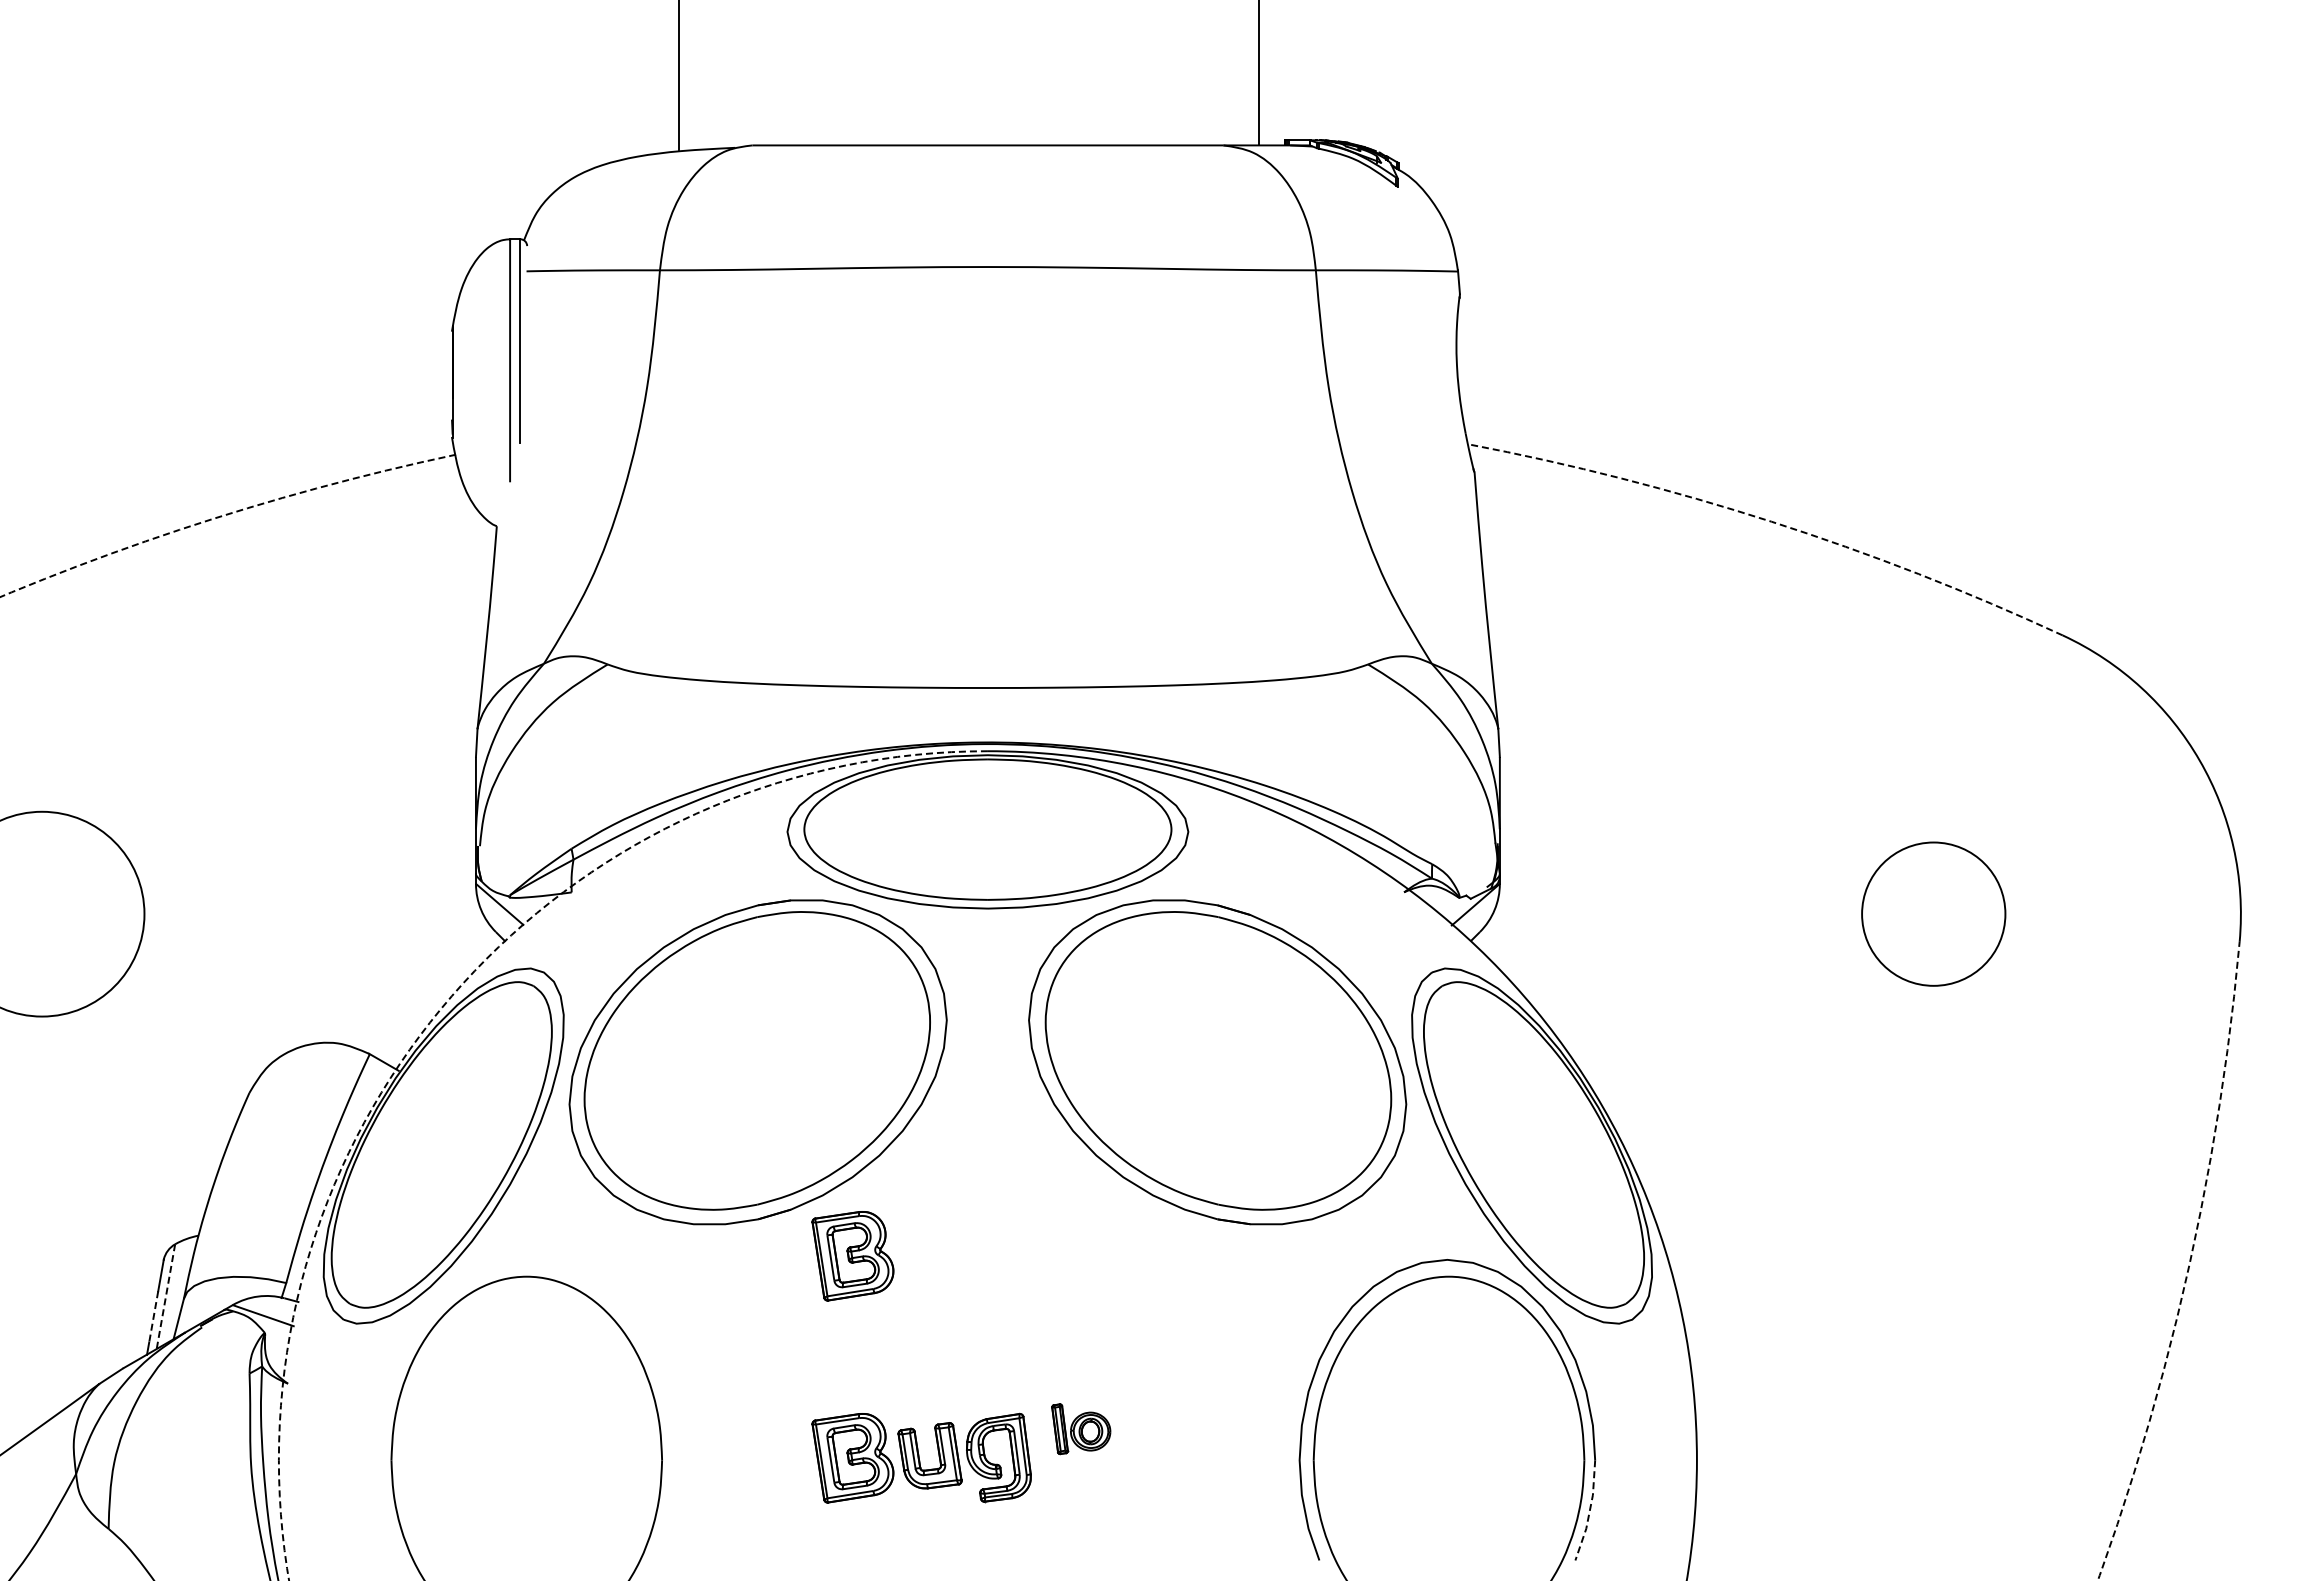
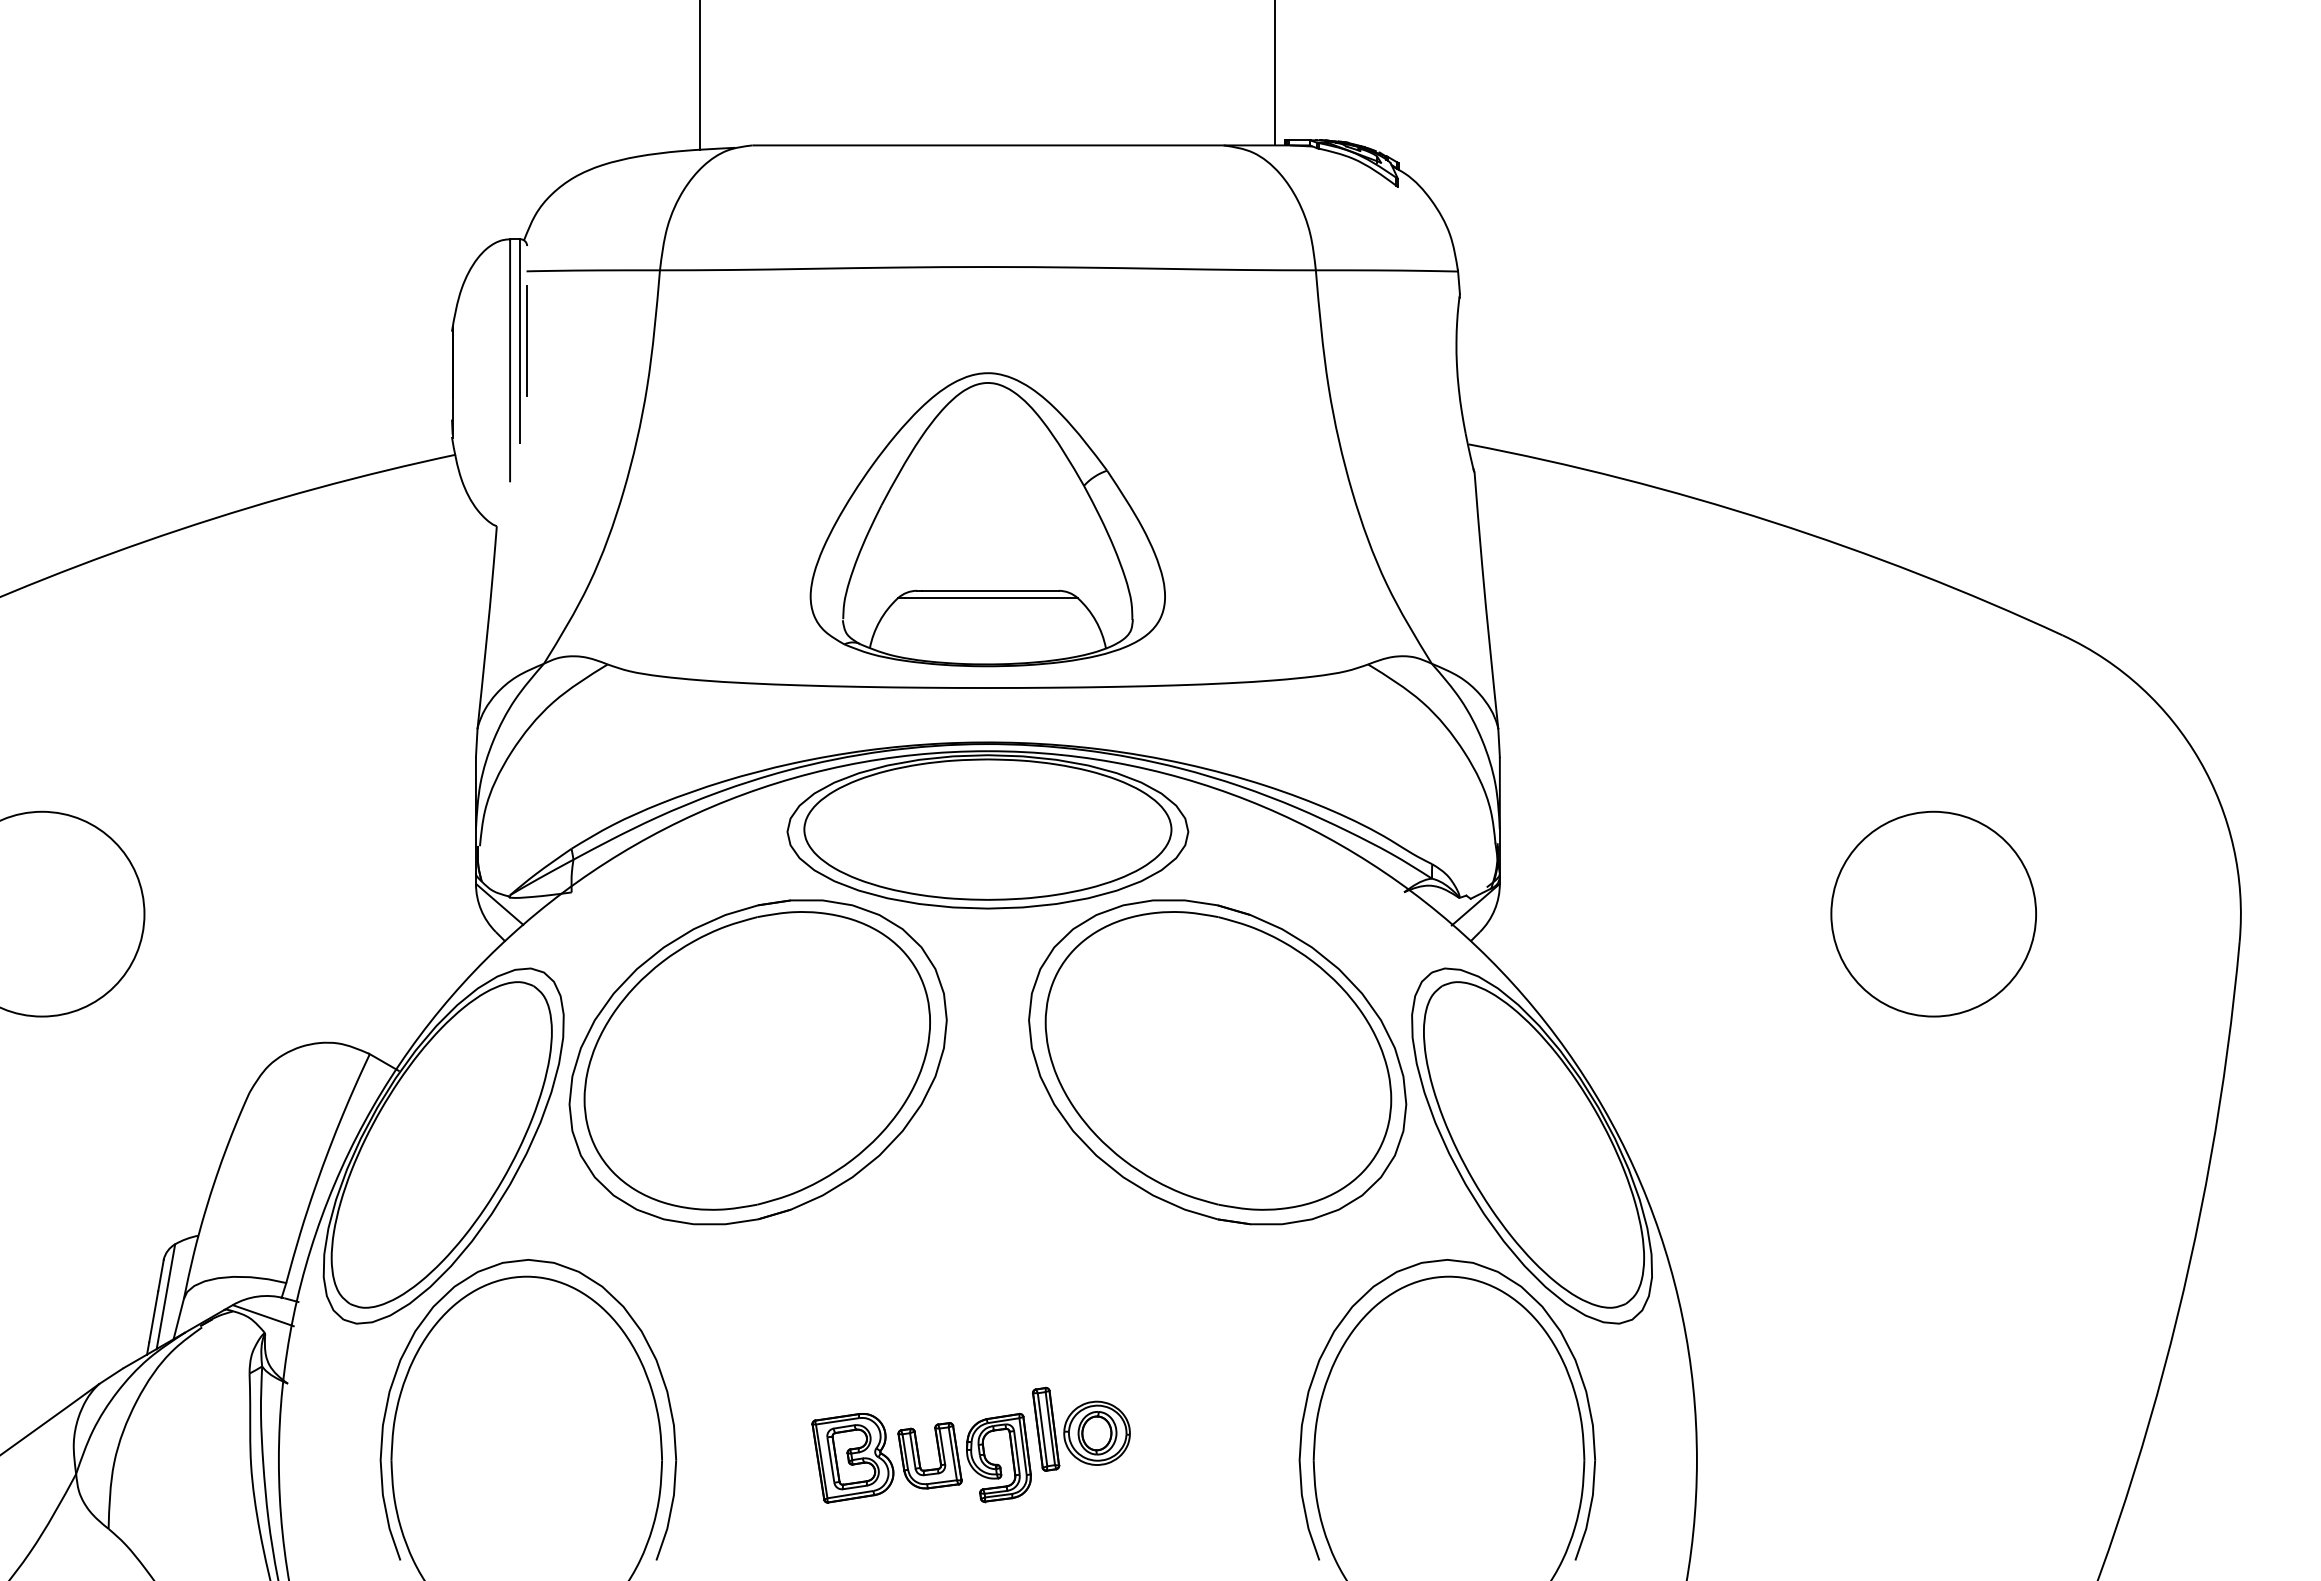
line at (1259, 73) position: (1259, 73) -> (1275, 73)
line at (679, 75) position: (679, 75) -> (700, 75)
line at (527, 340): none -> present
arc at (224, 515): dashed -> solid
part at (987, 519): none -> present
arc at (1771, 521): dashed -> solid
circle at (1933, 913) diameter: 143 px -> 205 px
arc at (446, 1002): dashed -> solid
part at (852, 1256): present -> none
arc at (2189, 1264): dashed -> solid
line at (165, 1297): dashed -> solid
line at (153, 1317): dashed -> solid
part at (649, 1349): none -> present
part at (1081, 1429) size: 61x53 px -> 100x86 px
line at (1589, 1511): dashed -> solid
